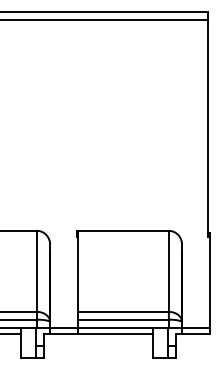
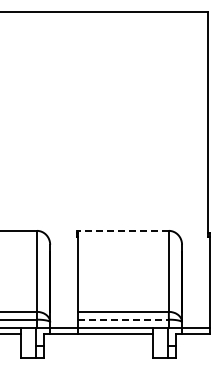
line at (105, 20): present -> none
line at (122, 230): solid -> dashed
line at (124, 319): solid -> dashed
